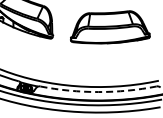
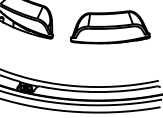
arc at (98, 92): dashed -> solid
